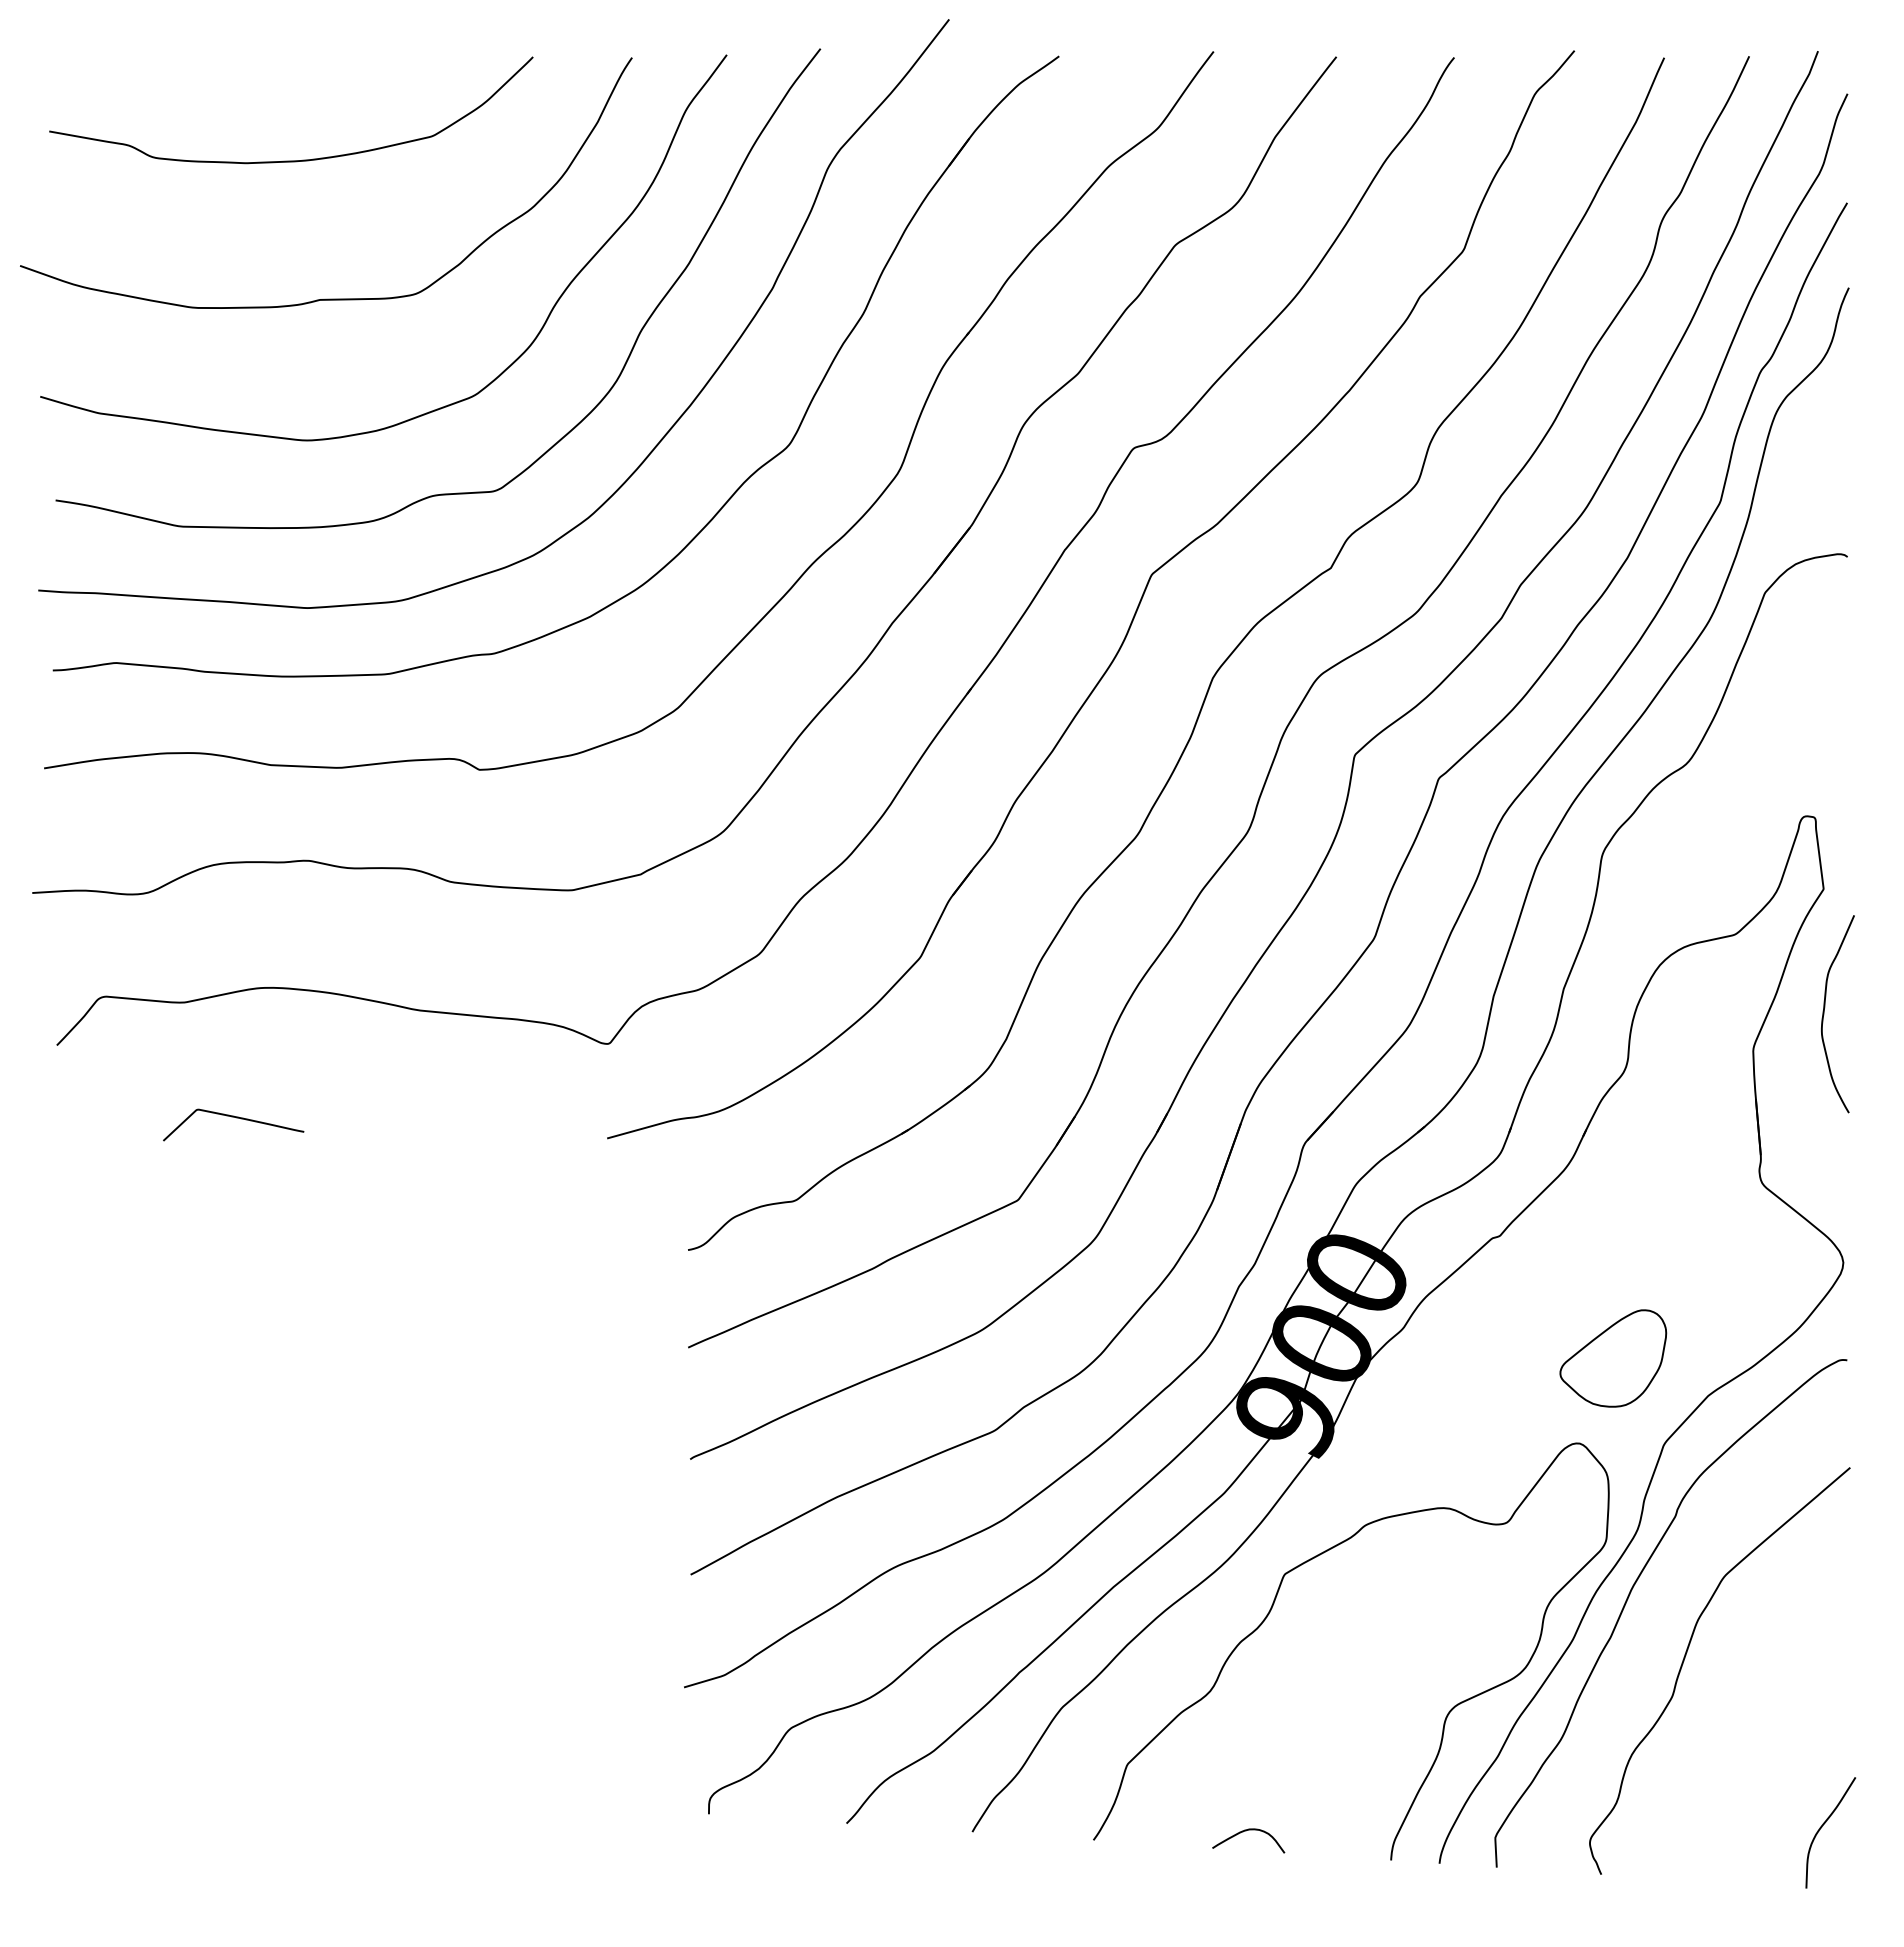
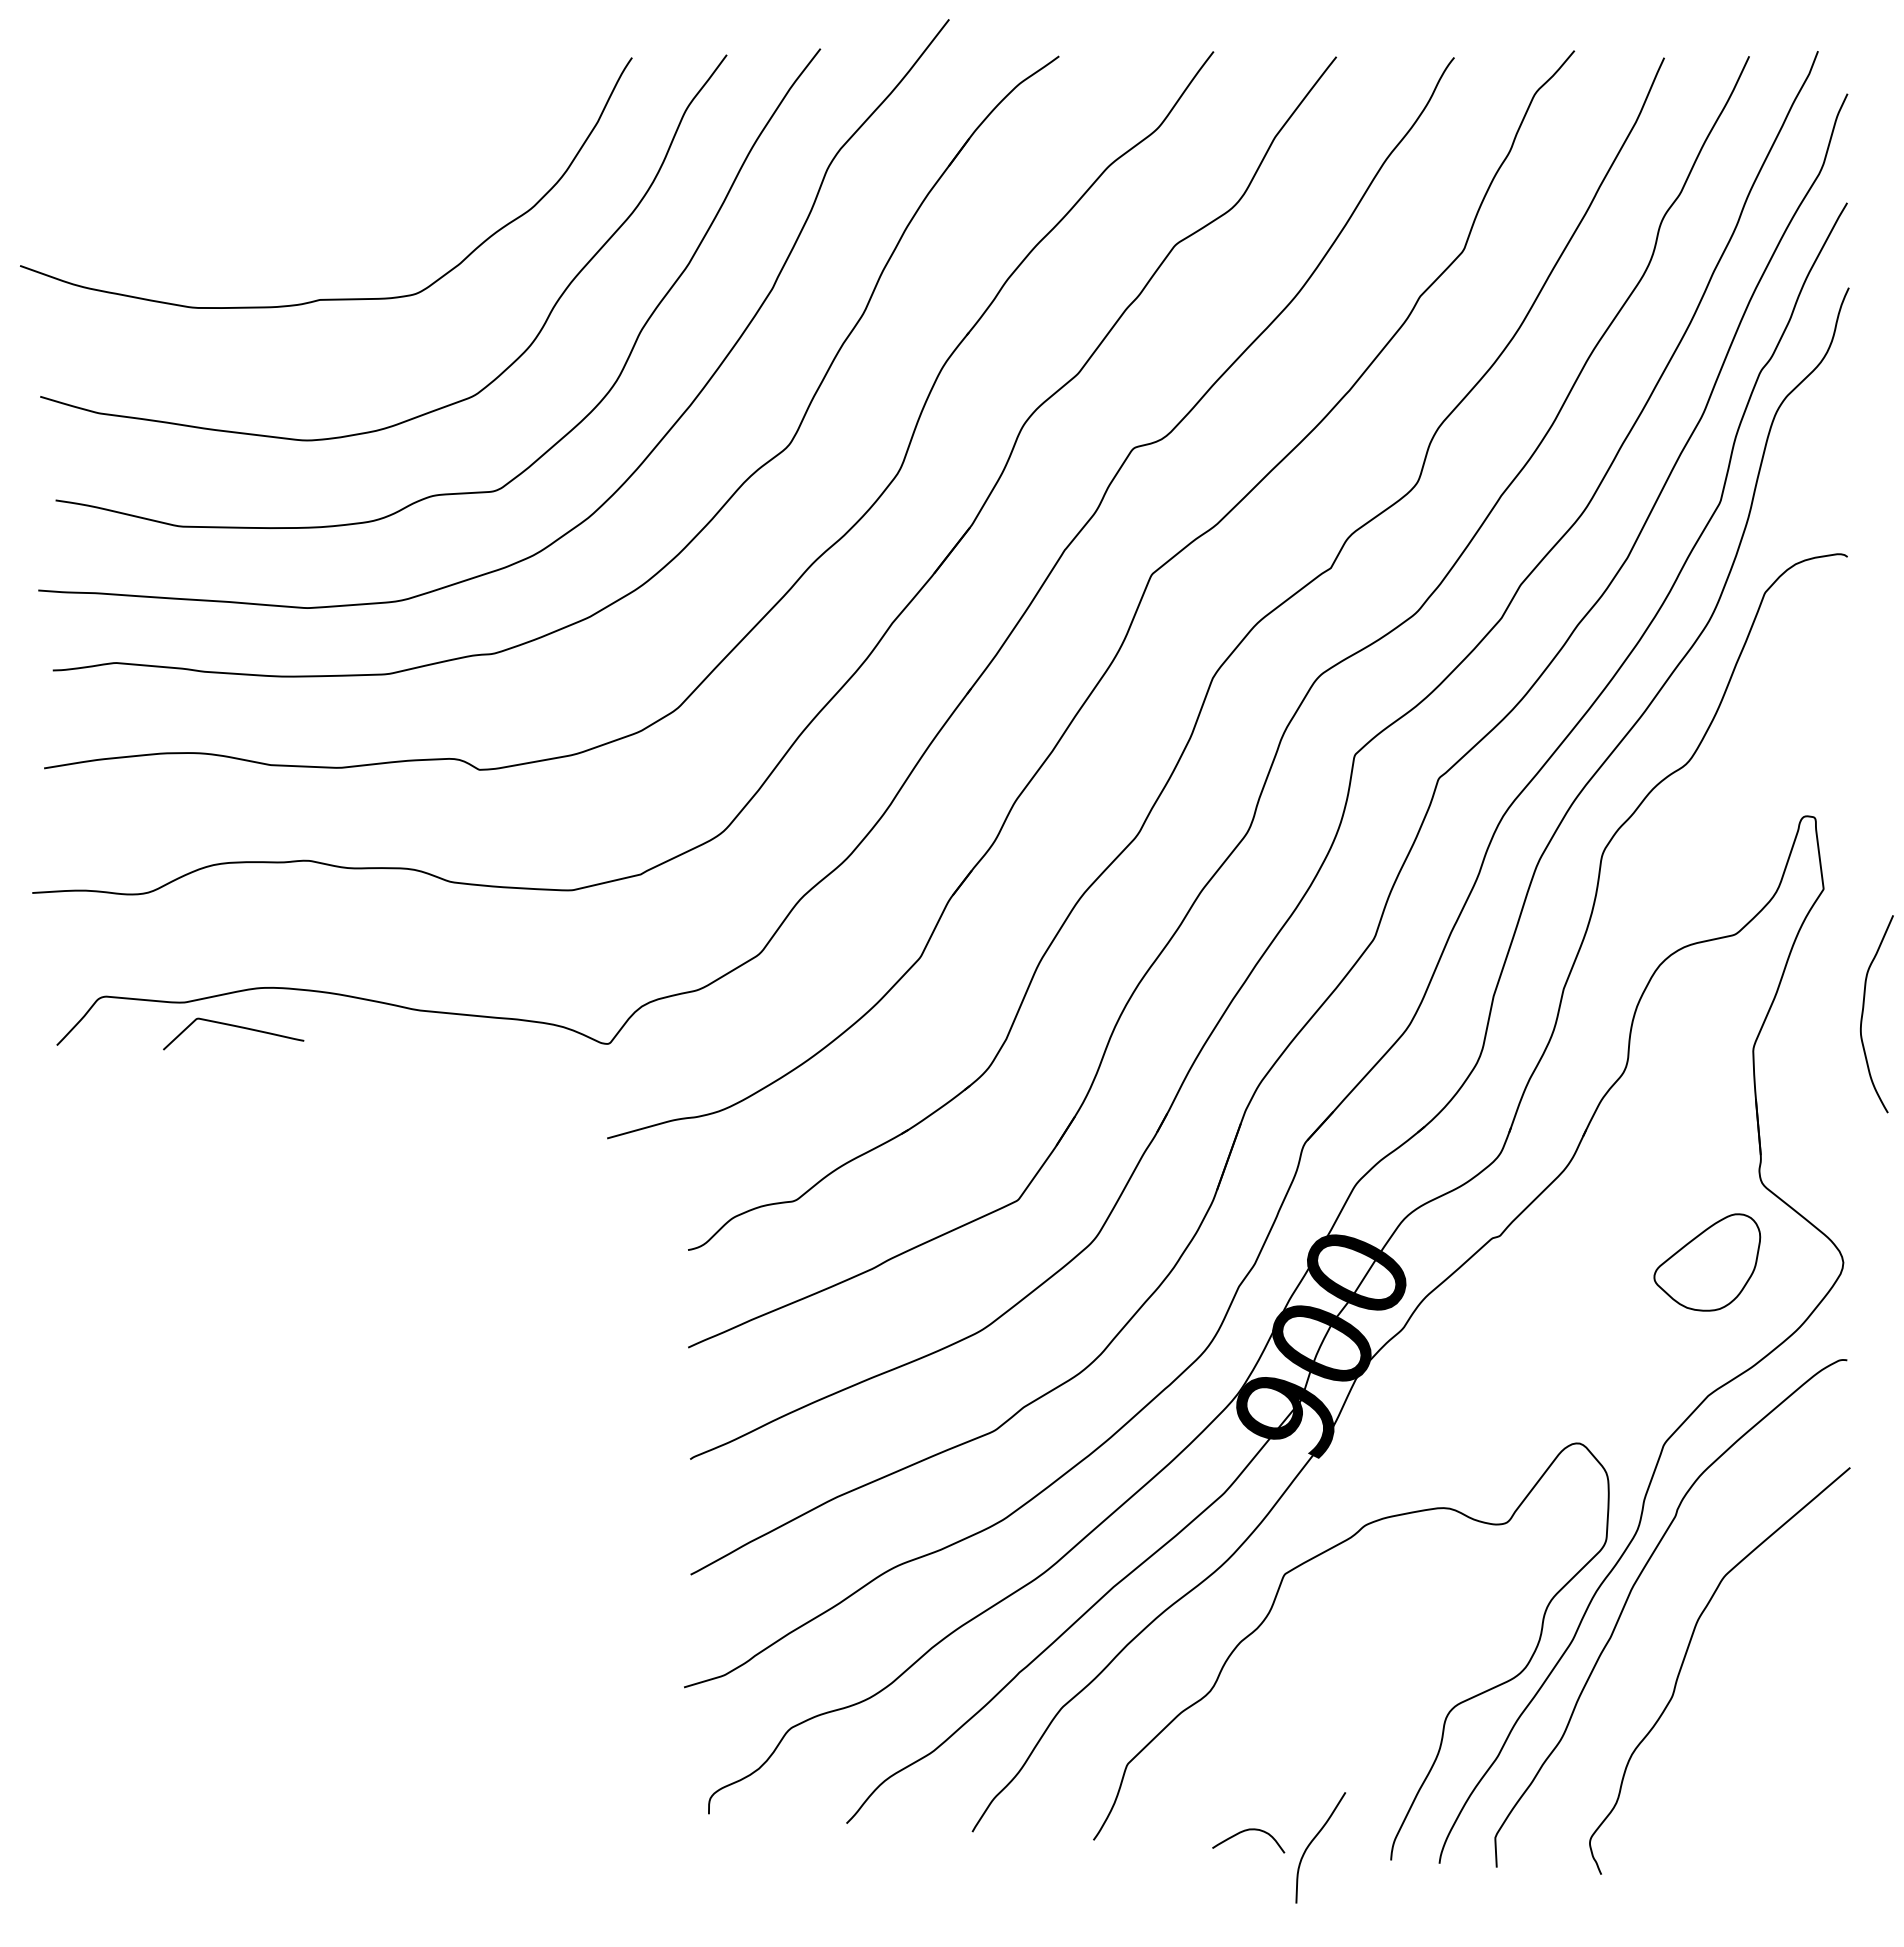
curve at (291, 160): present -> none
curve at (1824, 1014) position: (1824, 1014) -> (1863, 1014)
curve at (236, 1118) position: (236, 1118) -> (236, 1027)
part at (1613, 1358) position: (1613, 1358) -> (1707, 1262)
curve at (1822, 1827) position: (1822, 1827) -> (1312, 1842)
